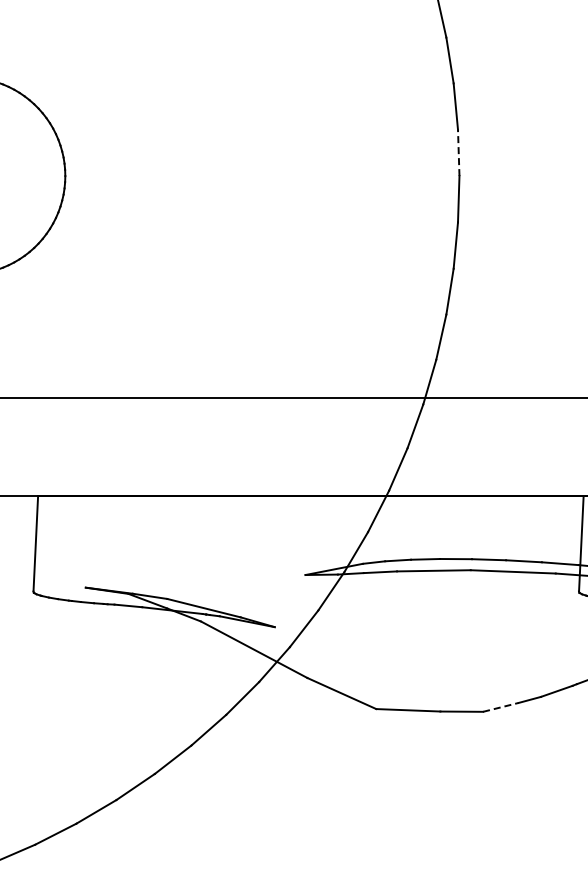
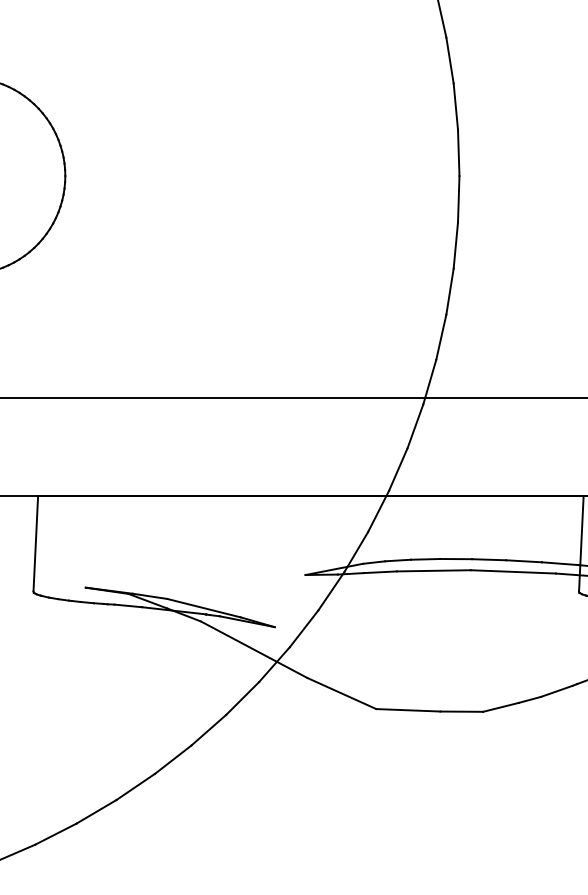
line at (458, 152): dashed -> solid
line at (501, 707): dashed -> solid
